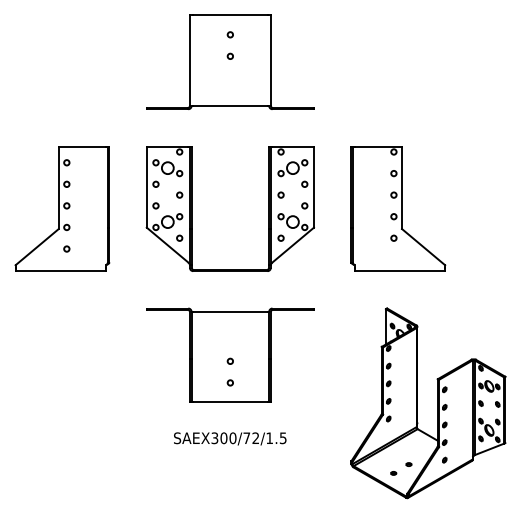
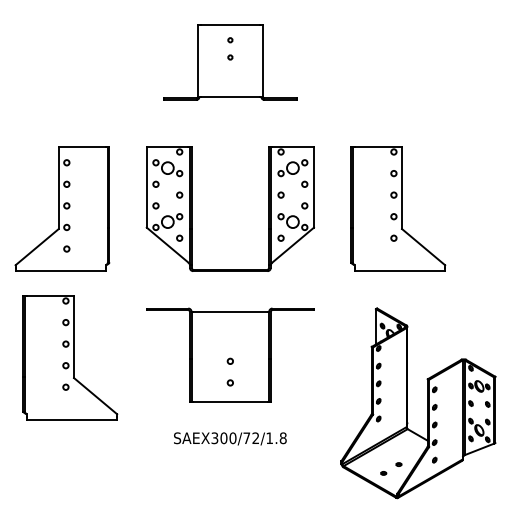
part at (230, 61) size: 169x96 px -> 135x77 px
part at (70, 357): none -> present
part at (437, 403) position: (437, 403) -> (427, 403)
text at (282, 438): SAEX300/72/1.5 -> SAEX300/72/1.8
